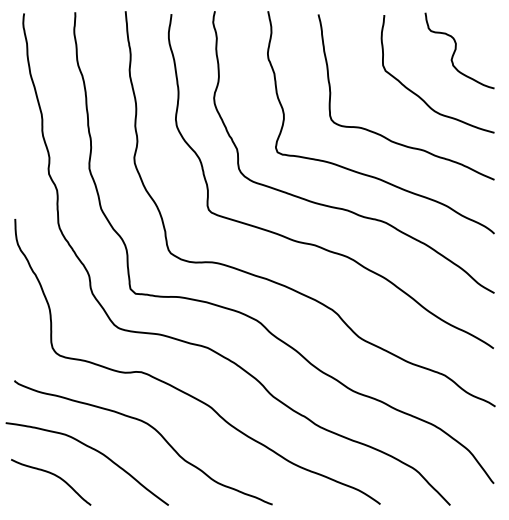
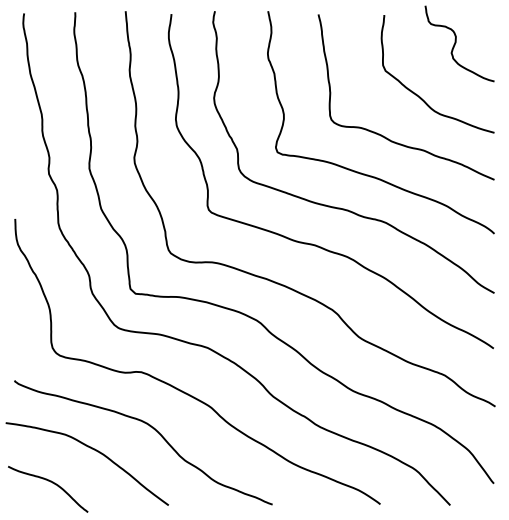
curve at (456, 50) position: (456, 50) -> (456, 43)
curve at (55, 476) position: (55, 476) -> (52, 483)
